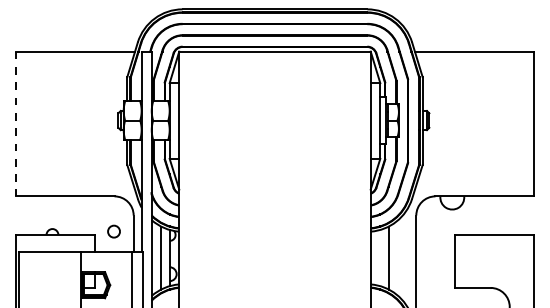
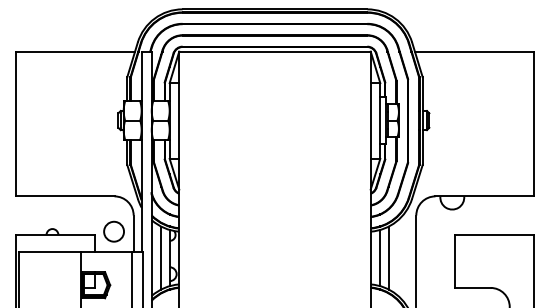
line at (16, 124): dashed -> solid
circle at (113, 231) size: 14x15 px -> 22x23 px
line at (380, 257): none -> present
